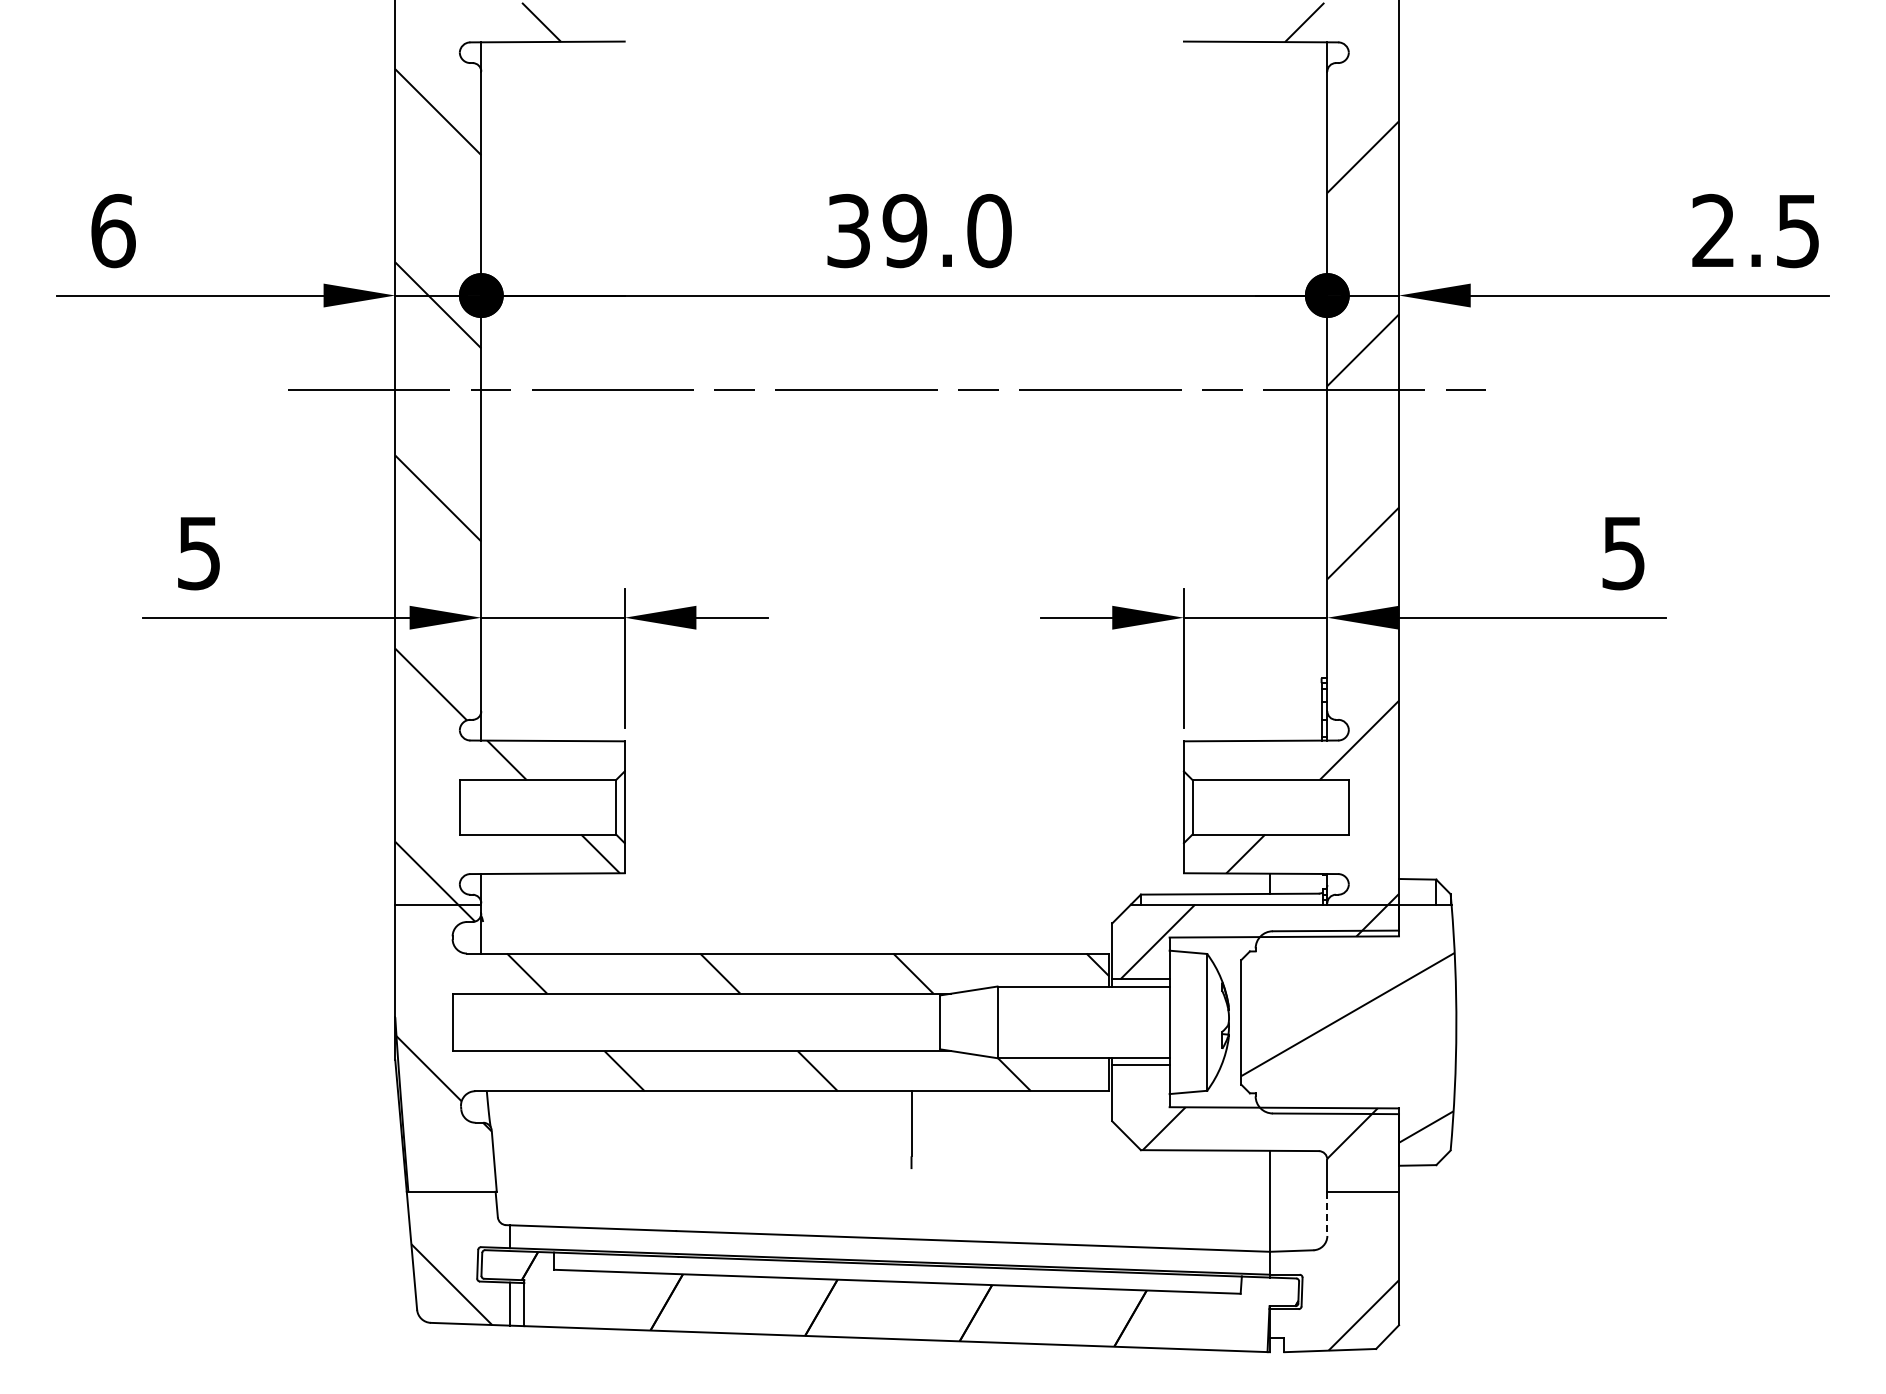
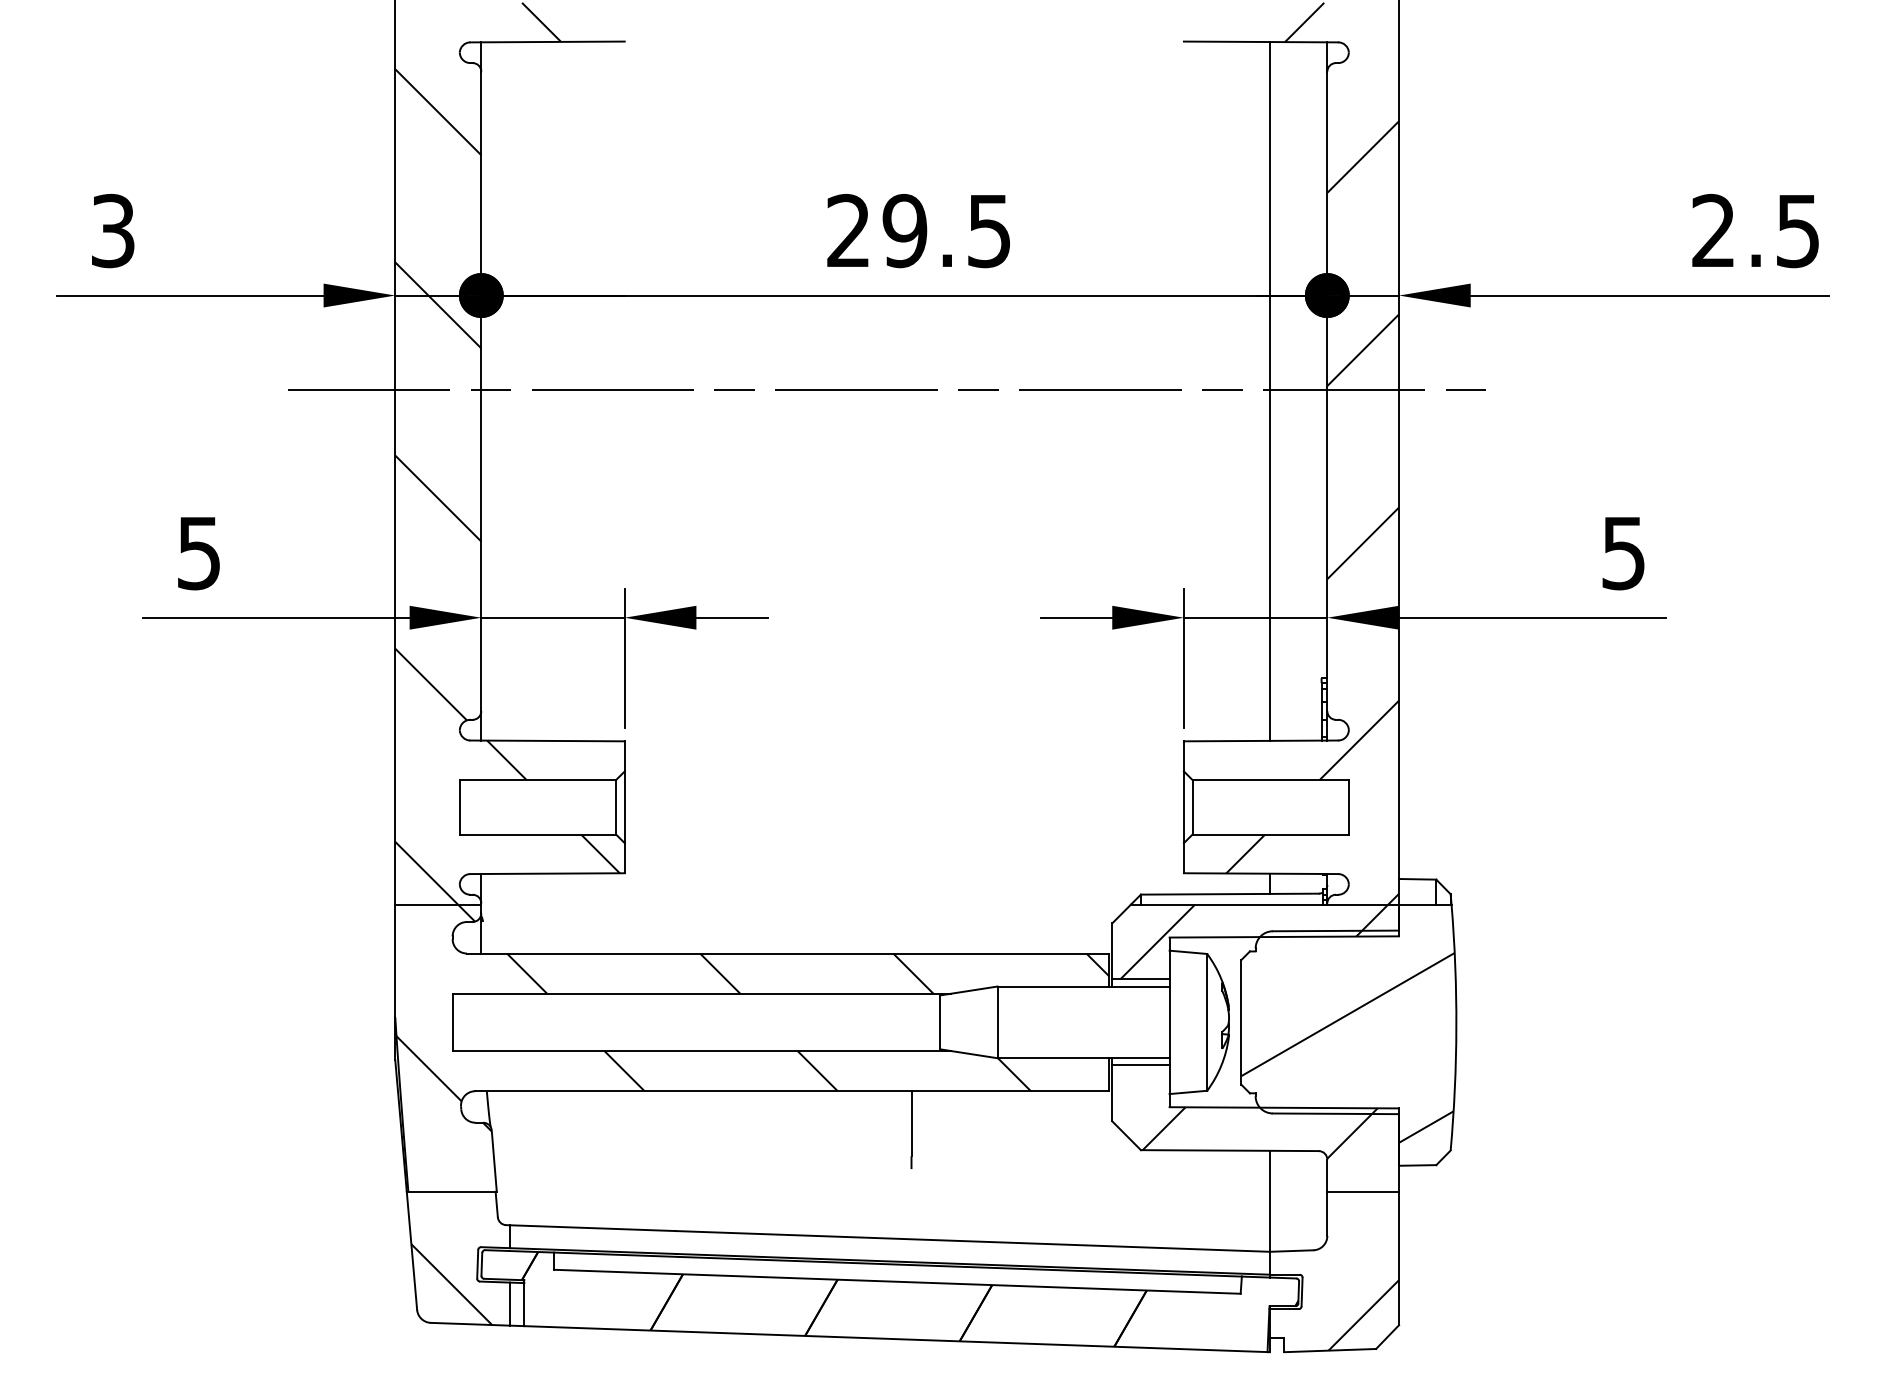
text at (113, 230): 6 -> 3
text at (919, 230): 39.0 -> 29.5
line at (1269, 391): none -> present
line at (1327, 1214): dashed -> solid
